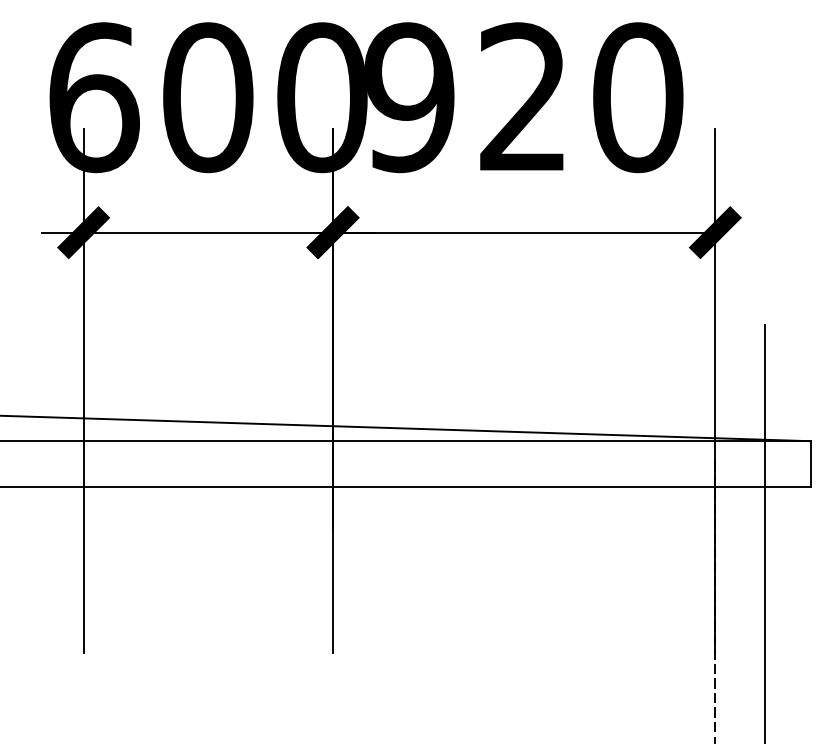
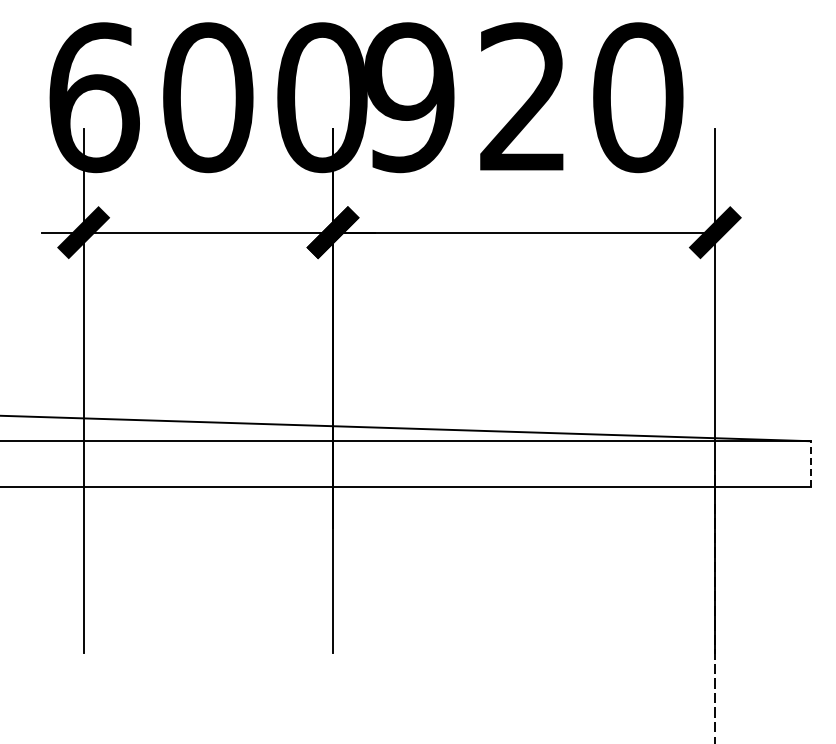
line at (810, 464): solid -> dashed
line at (765, 532): present -> none
